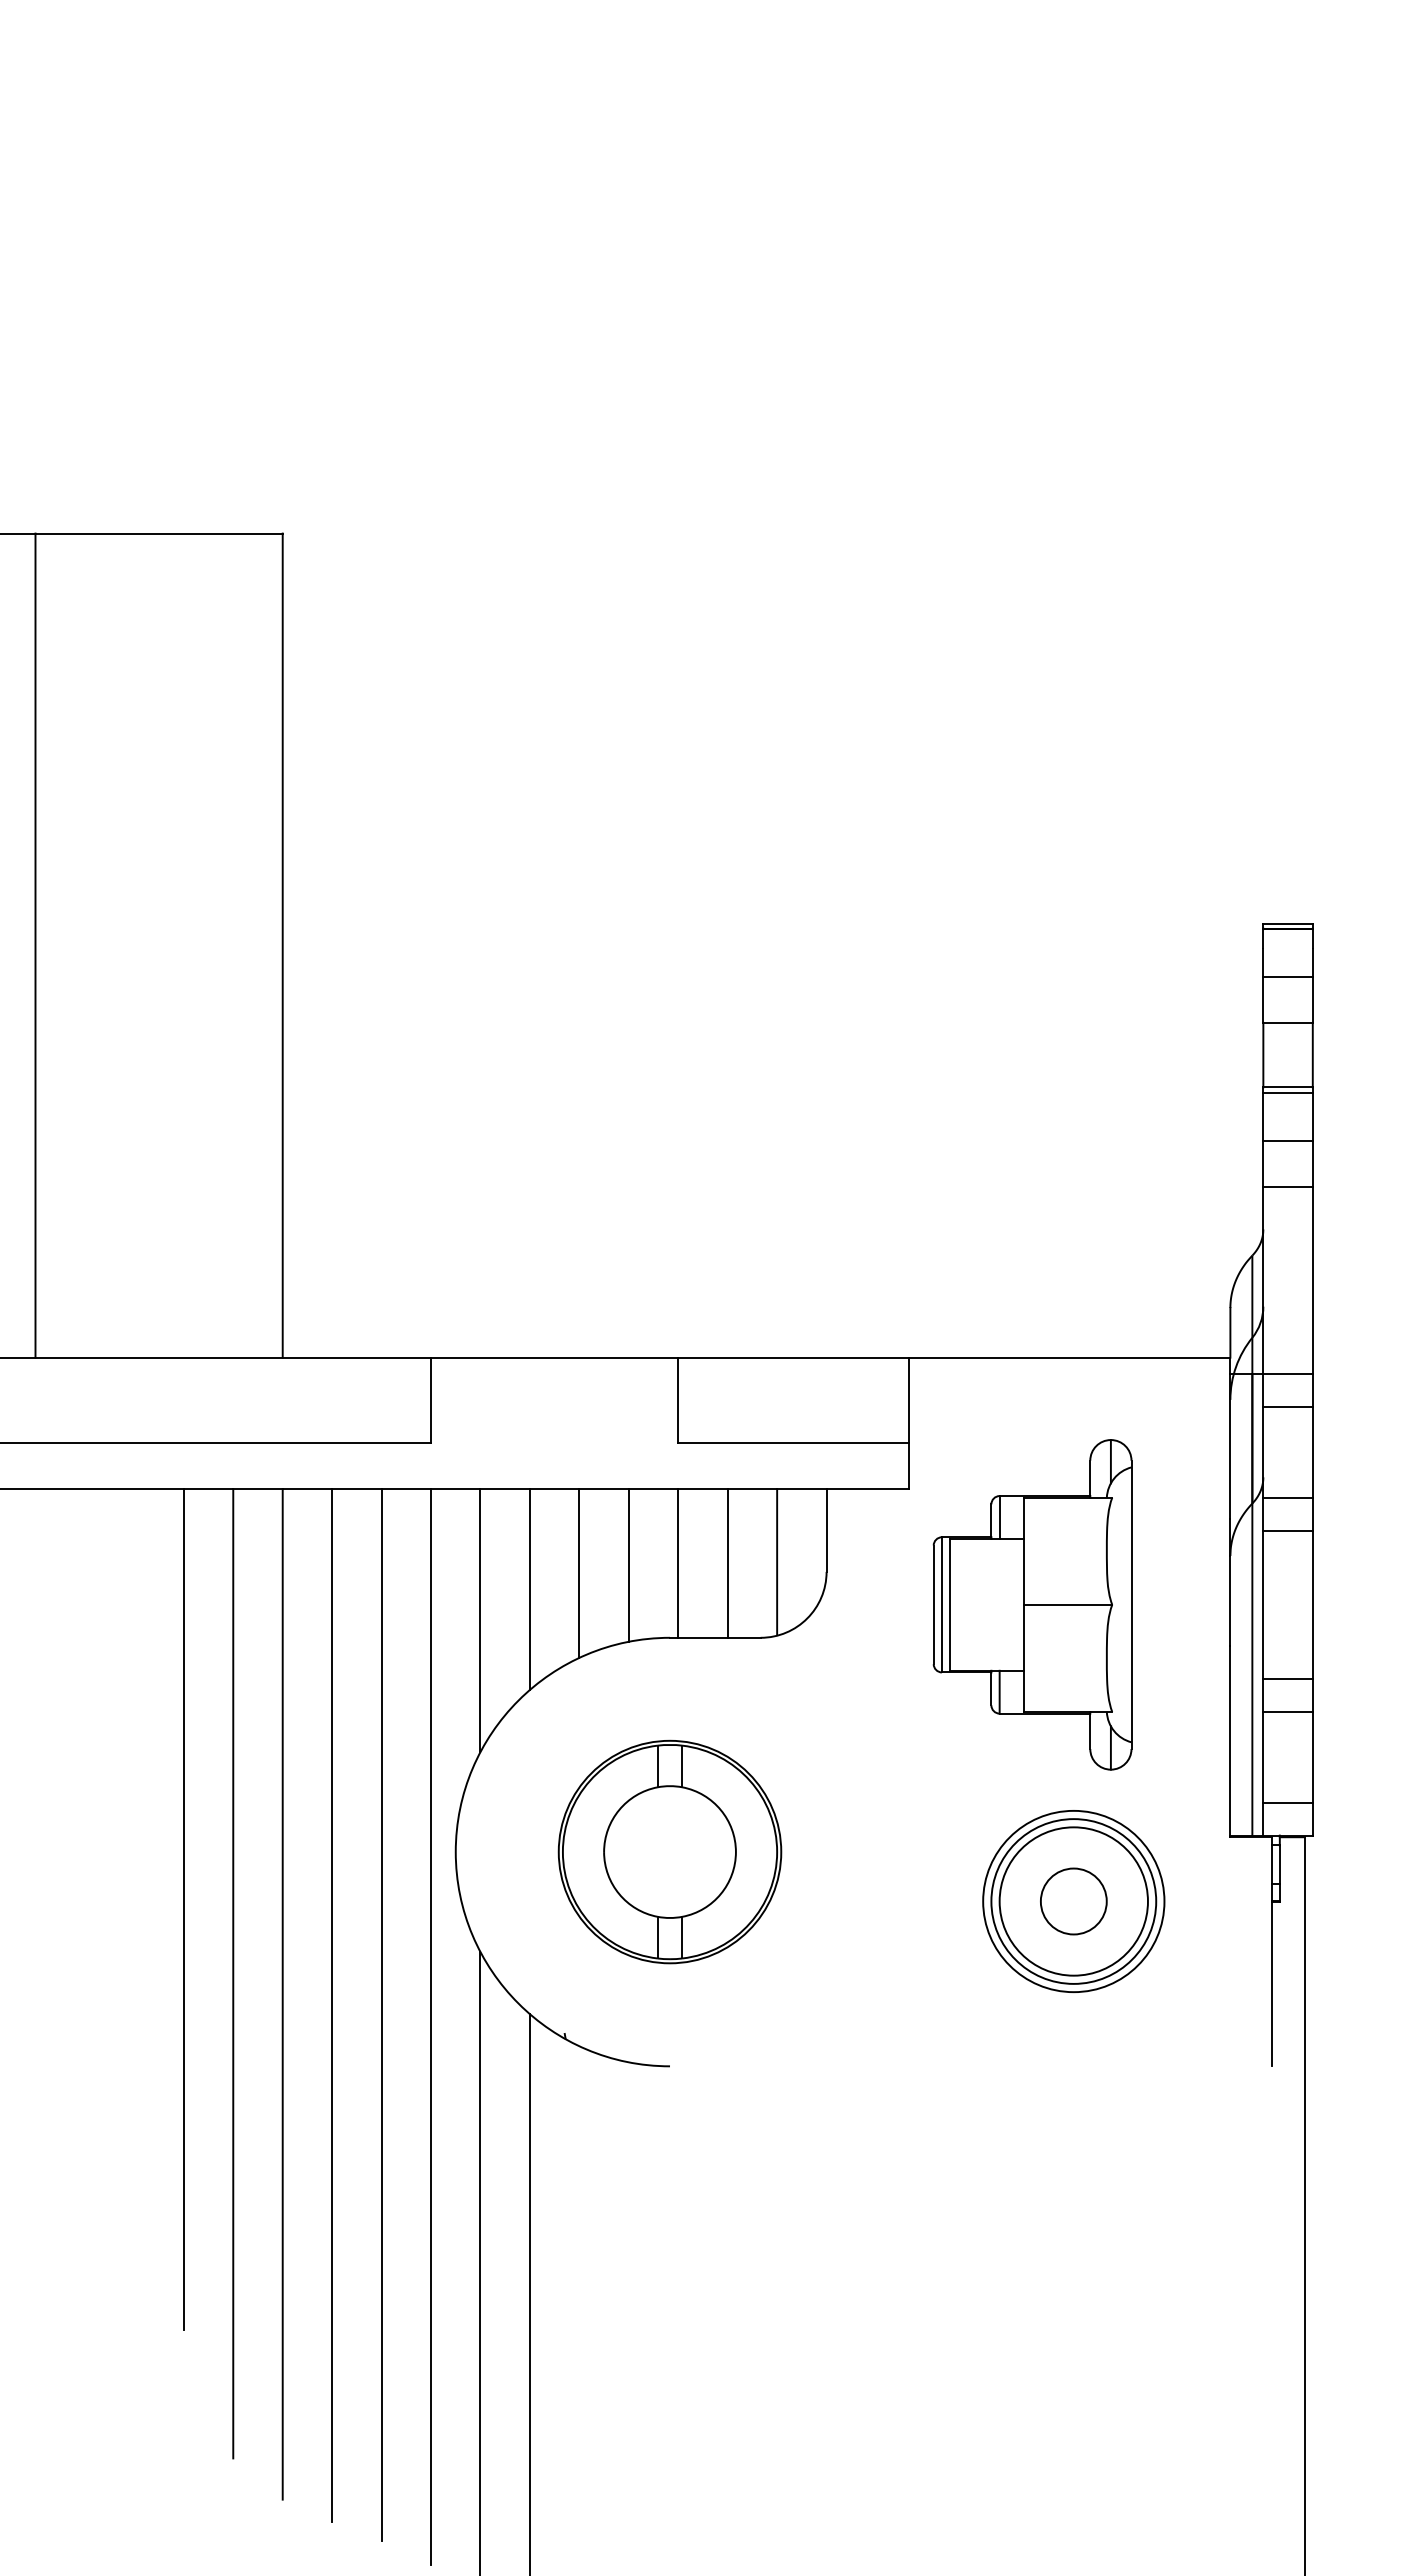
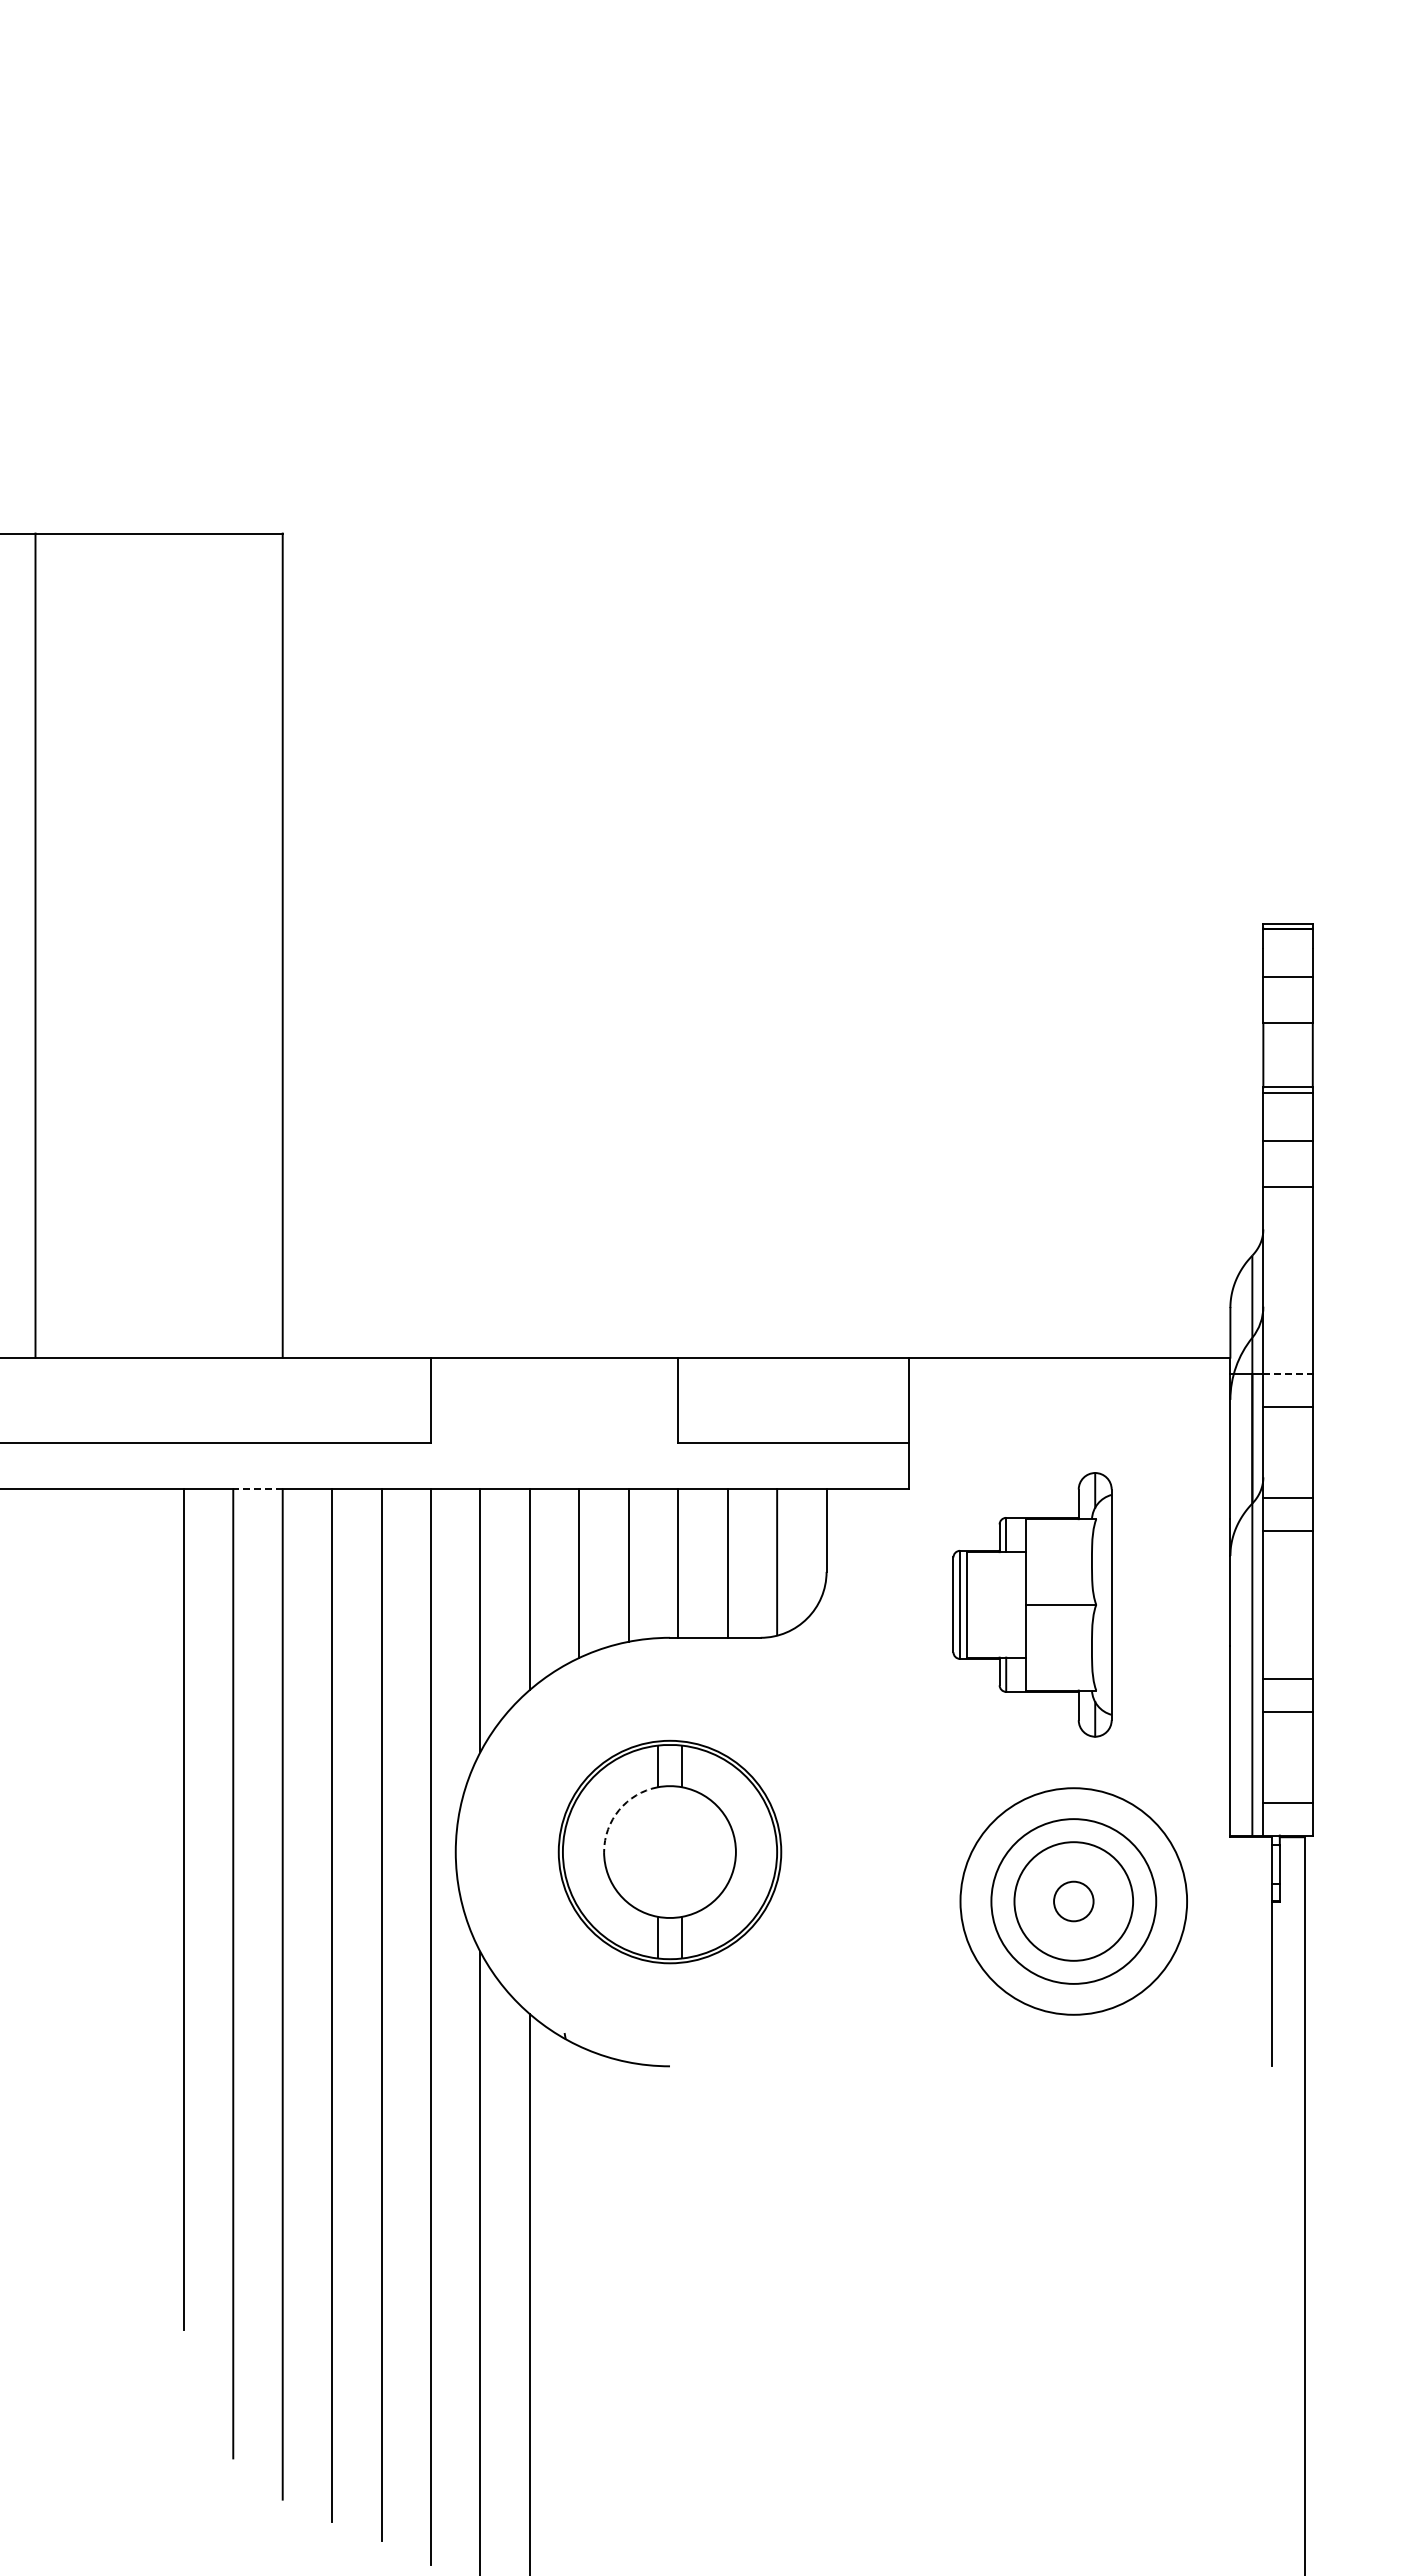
line at (1288, 1374): solid -> dashed
line at (257, 1489): solid -> dashed
part at (1032, 1604) size: 201x332 px -> 161x266 px
arc at (619, 1810): solid -> dashed
circle at (1073, 1901) diameter: 148 px -> 119 px
circle at (1073, 1901) diameter: 181 px -> 227 px
circle at (1073, 1901) diameter: 66 px -> 40 px
